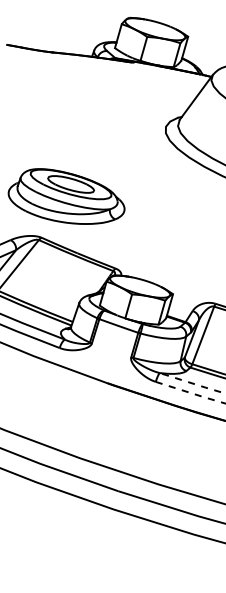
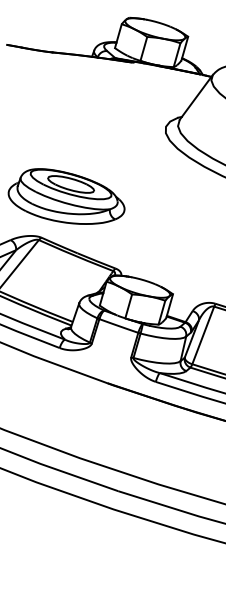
line at (192, 383): dashed -> solid
line at (191, 393): dashed -> solid
